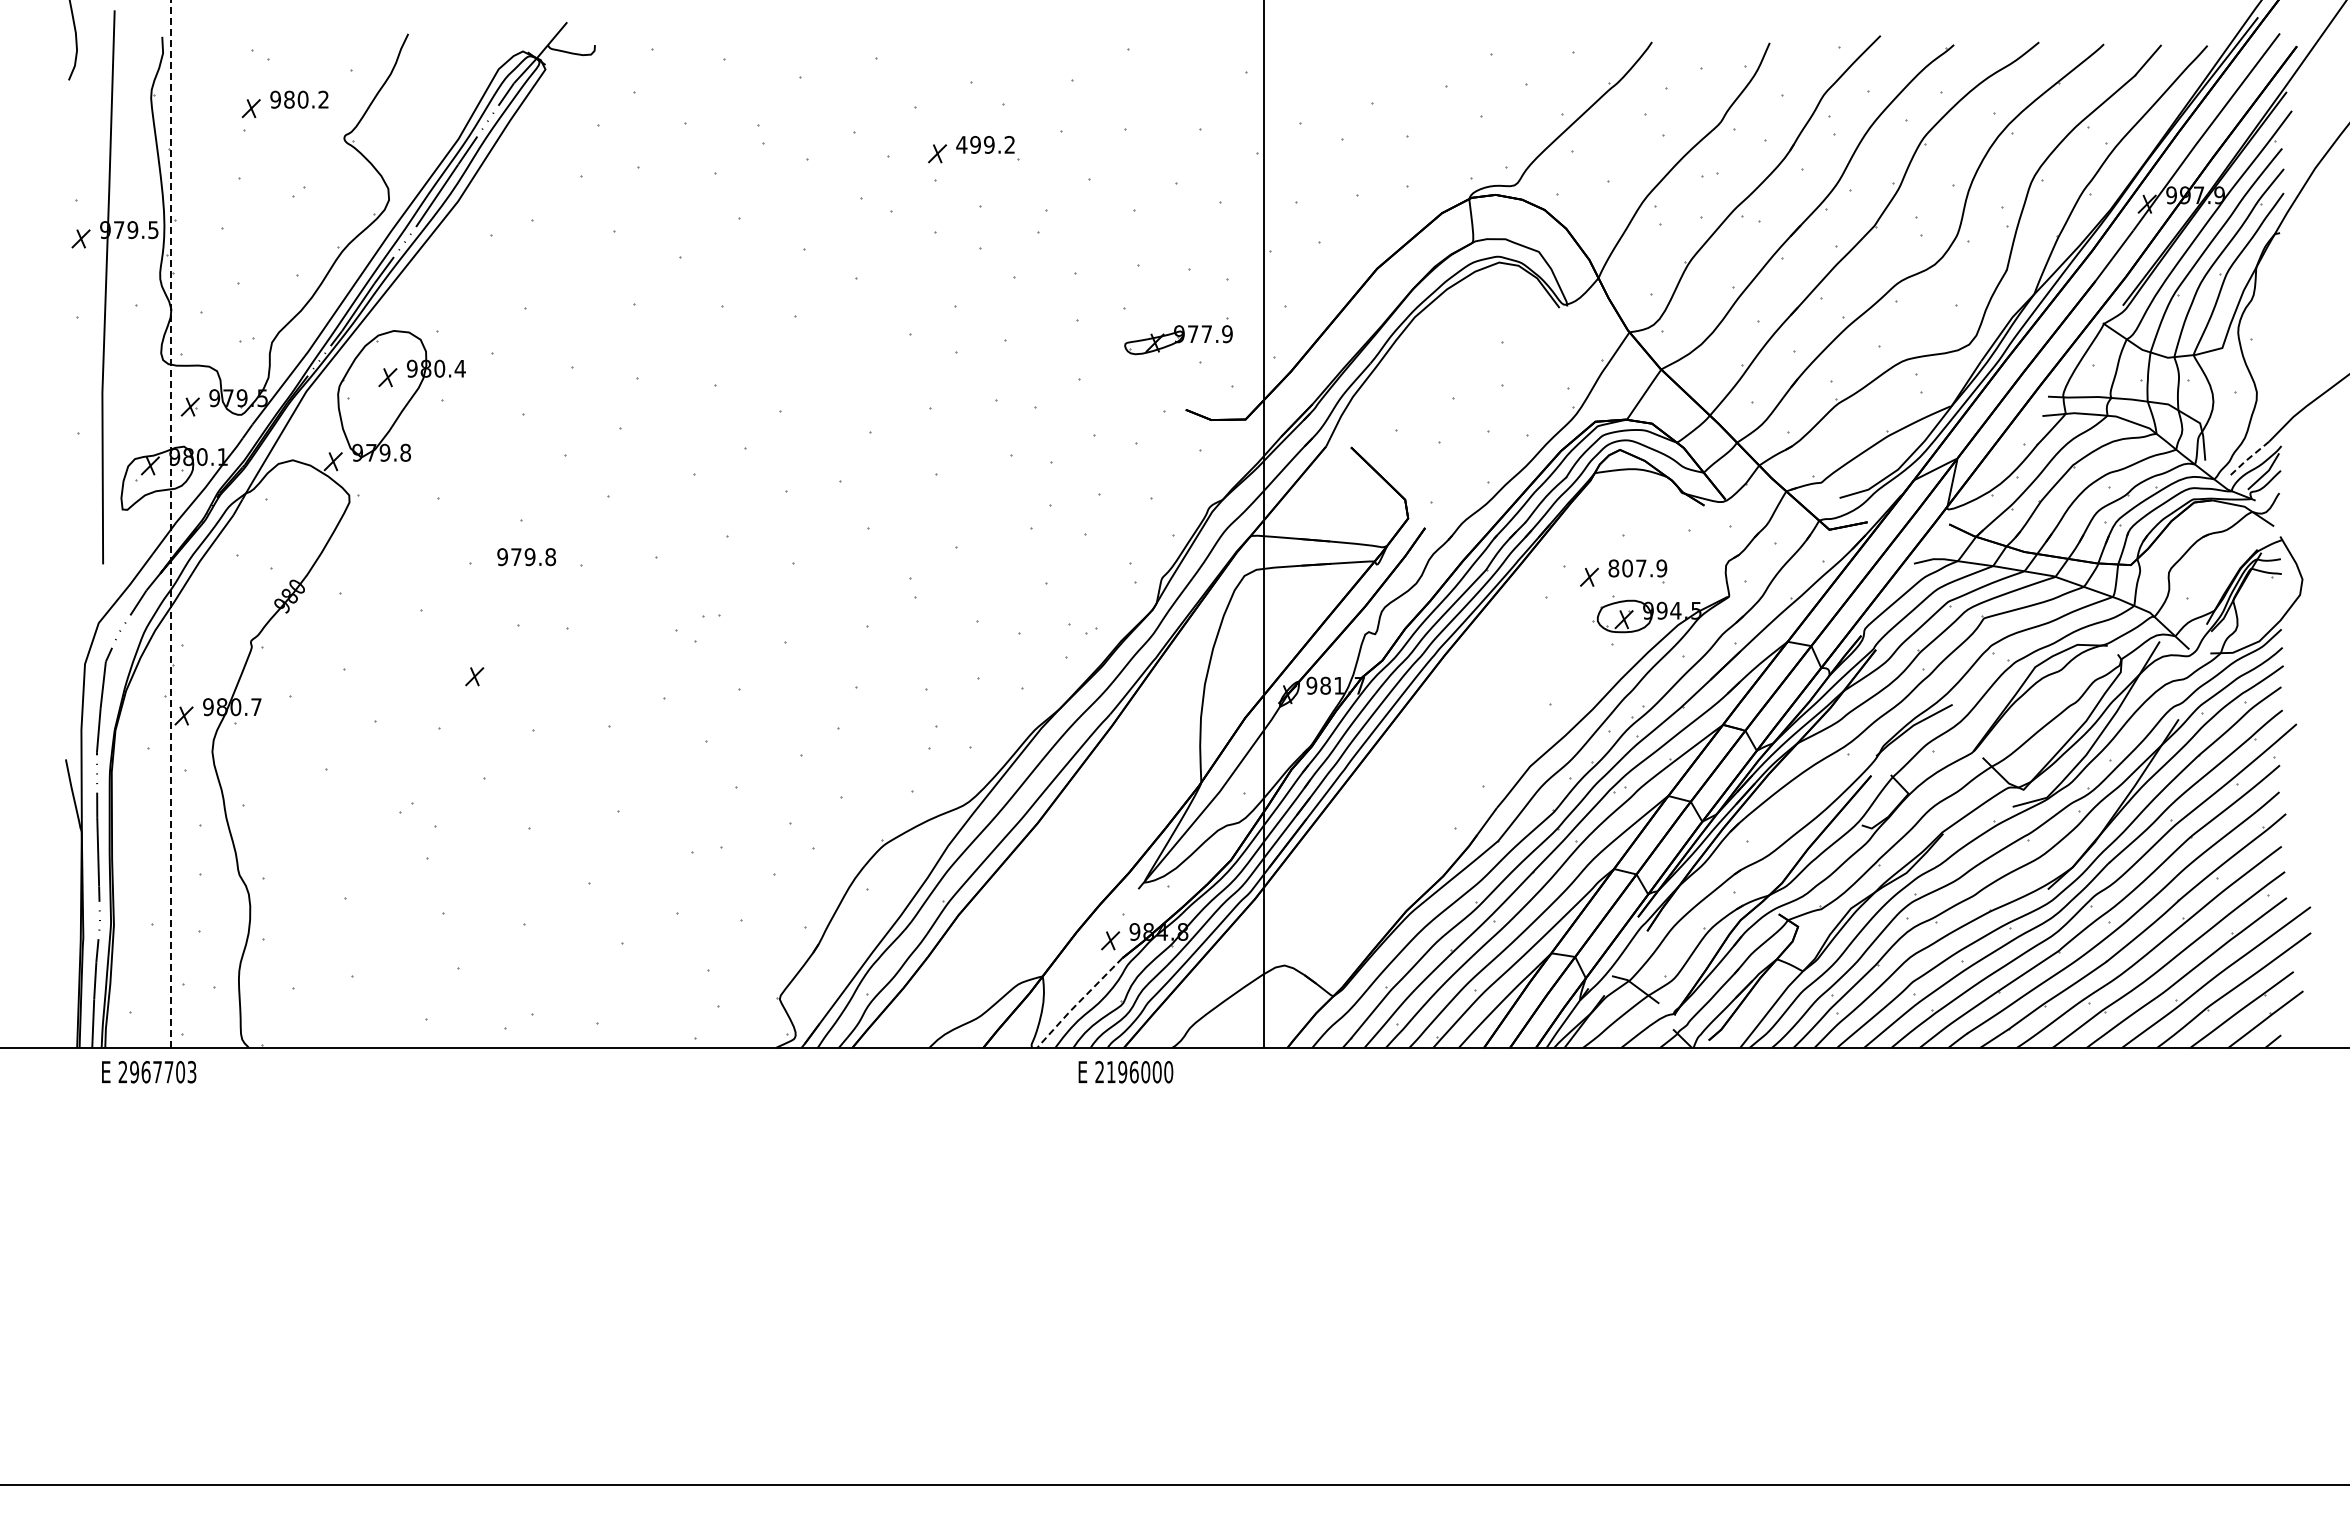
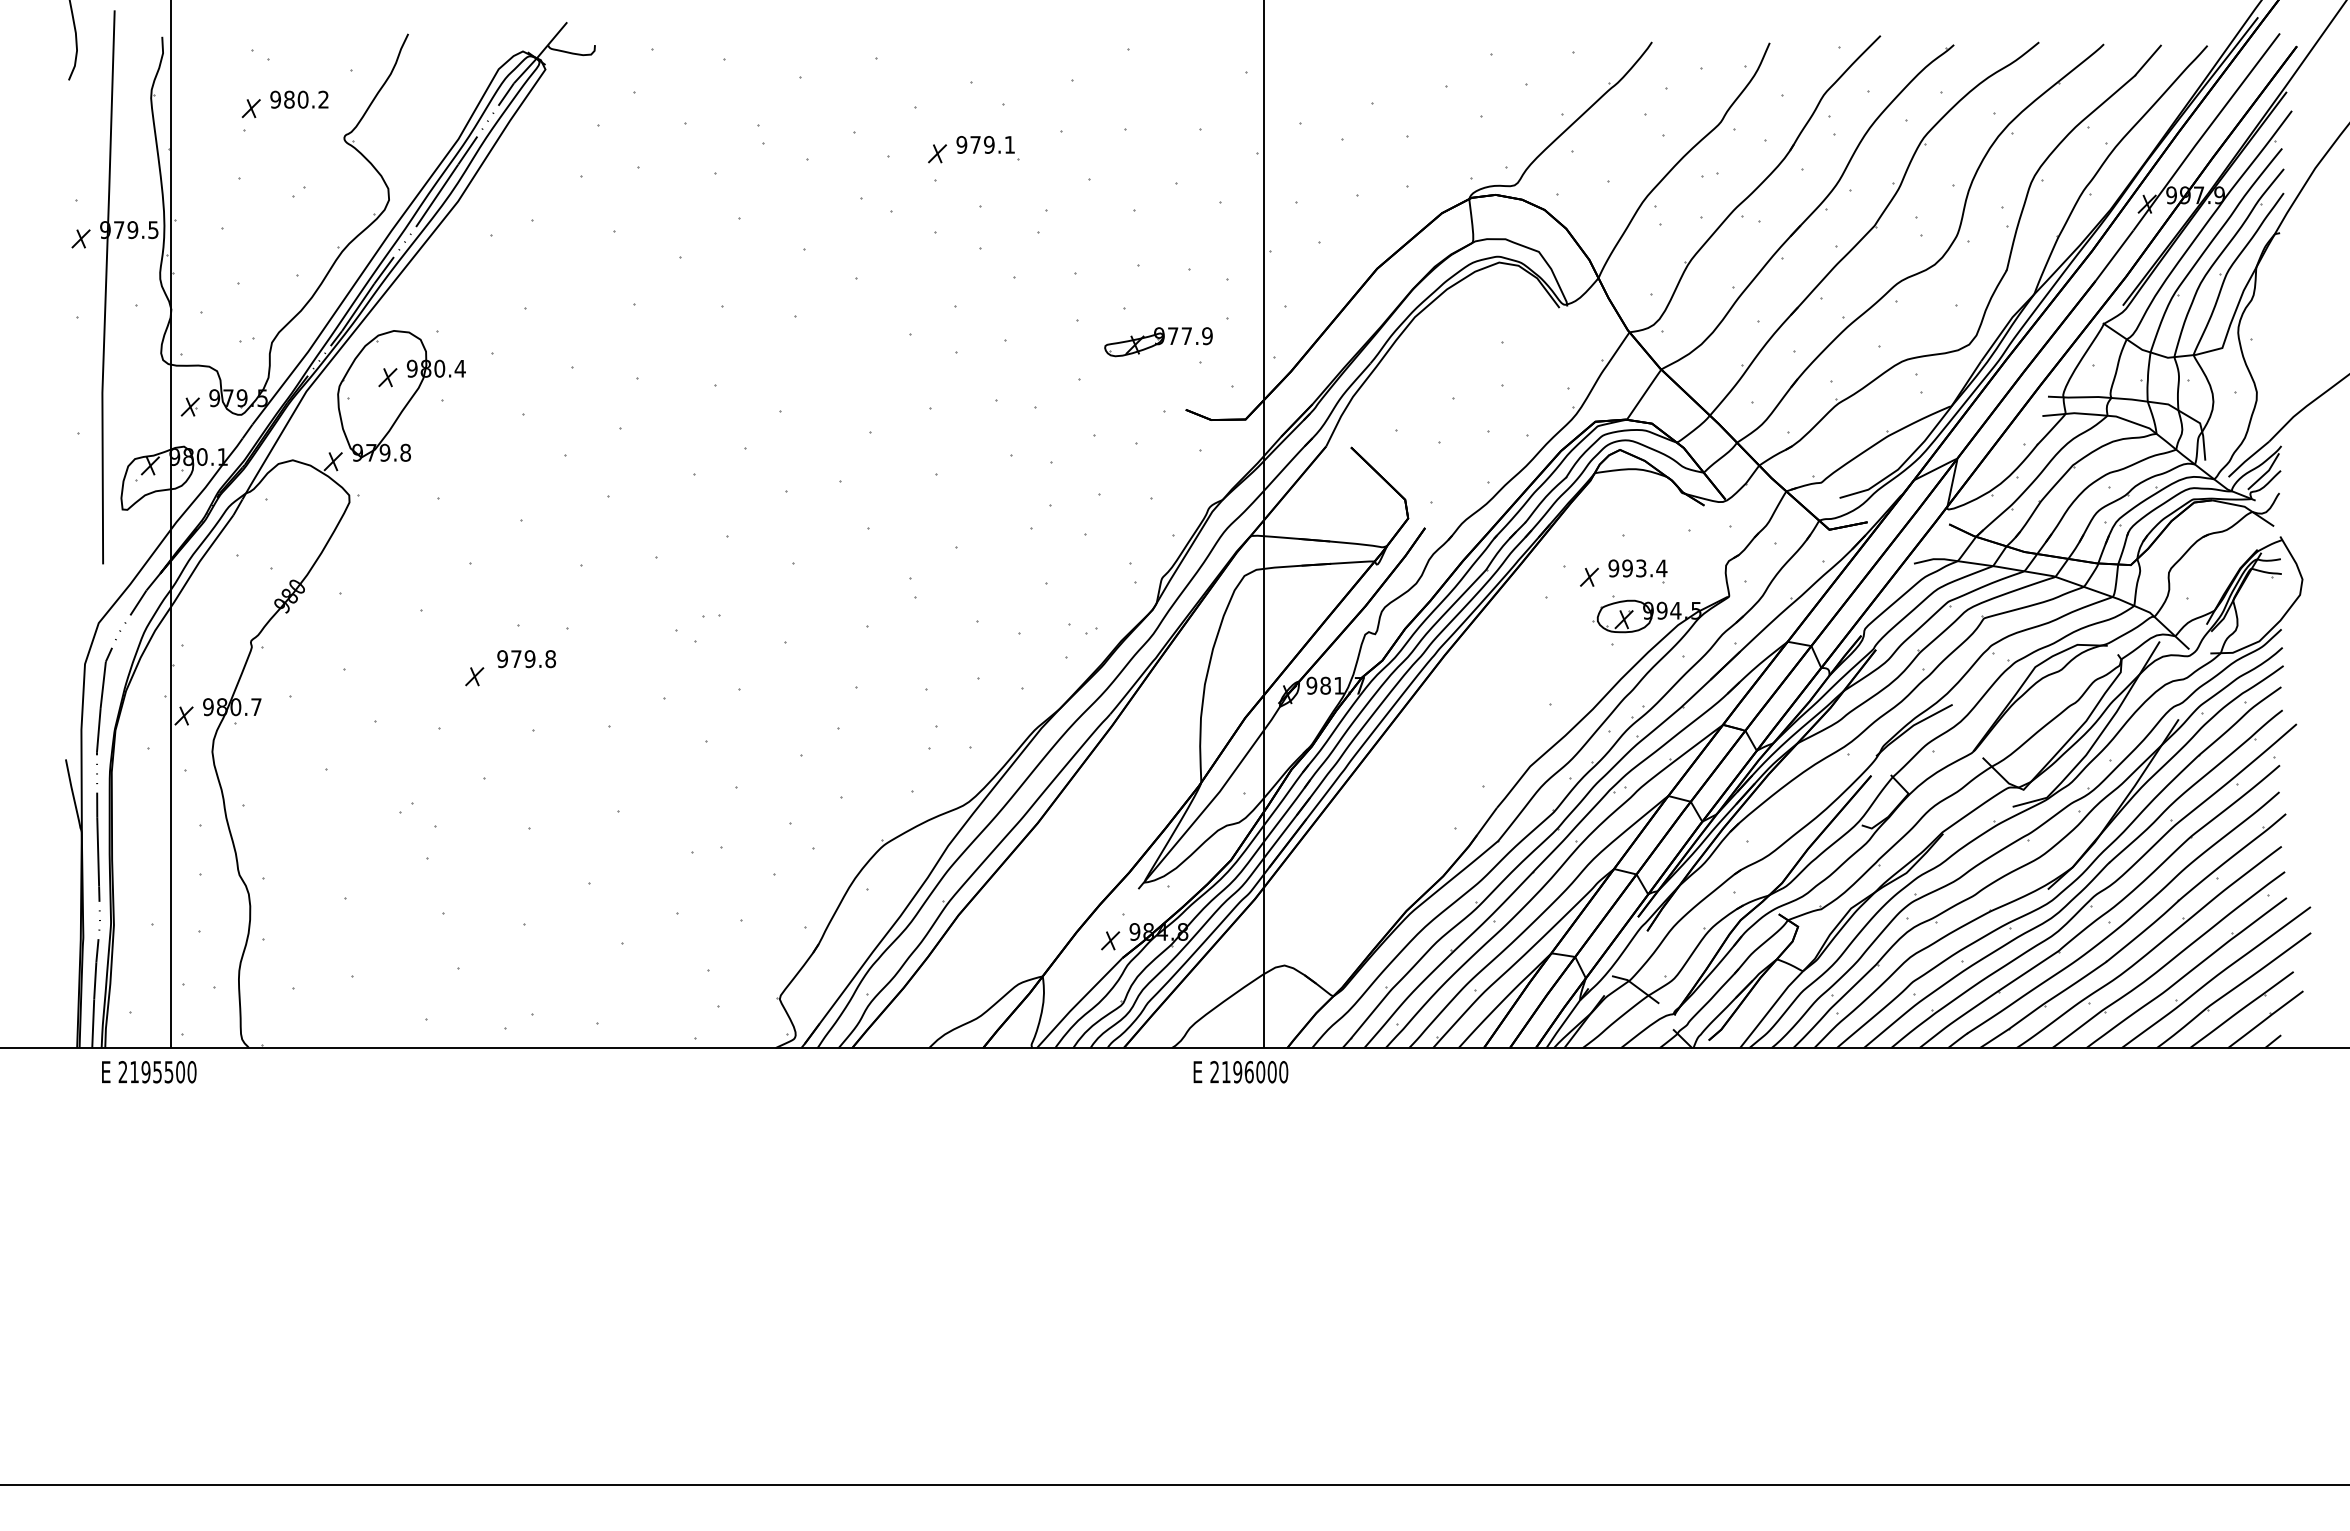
text at (985, 144): 499.2 -> 979.1
part at (1178, 340) position: (1178, 340) -> (1158, 342)
line at (2248, 459): dashed -> solid
line at (171, 524): dashed -> solid
text at (526, 557) position: (526, 557) -> (526, 659)
text at (1637, 568): 807.9 -> 993.4
line at (1077, 1003): dashed -> solid
text at (163, 1072): 2967703 -> 2195500
text at (1125, 1072) position: (1125, 1072) -> (1240, 1072)
